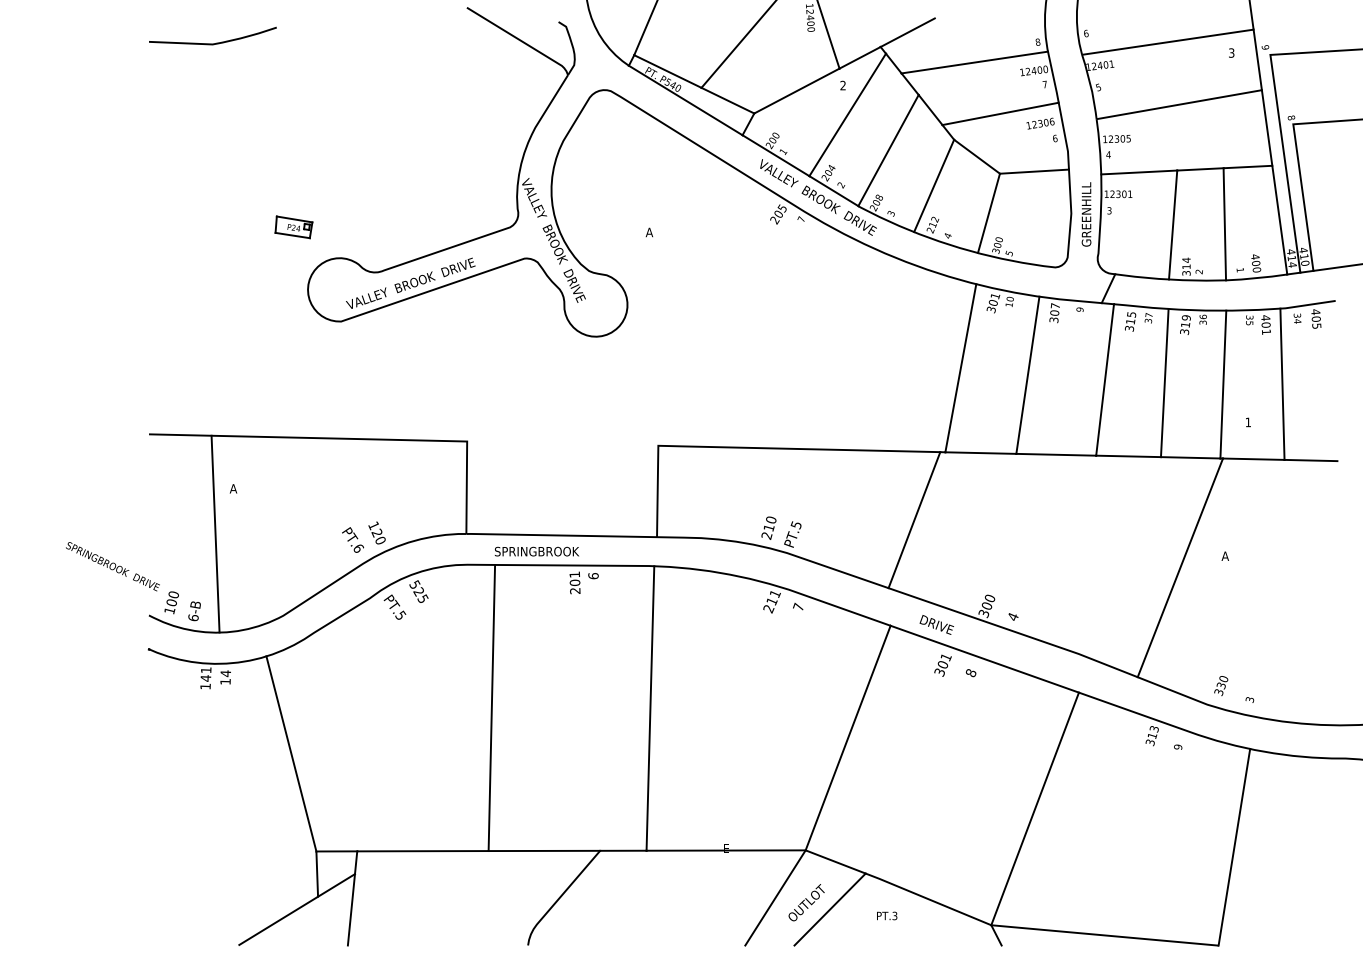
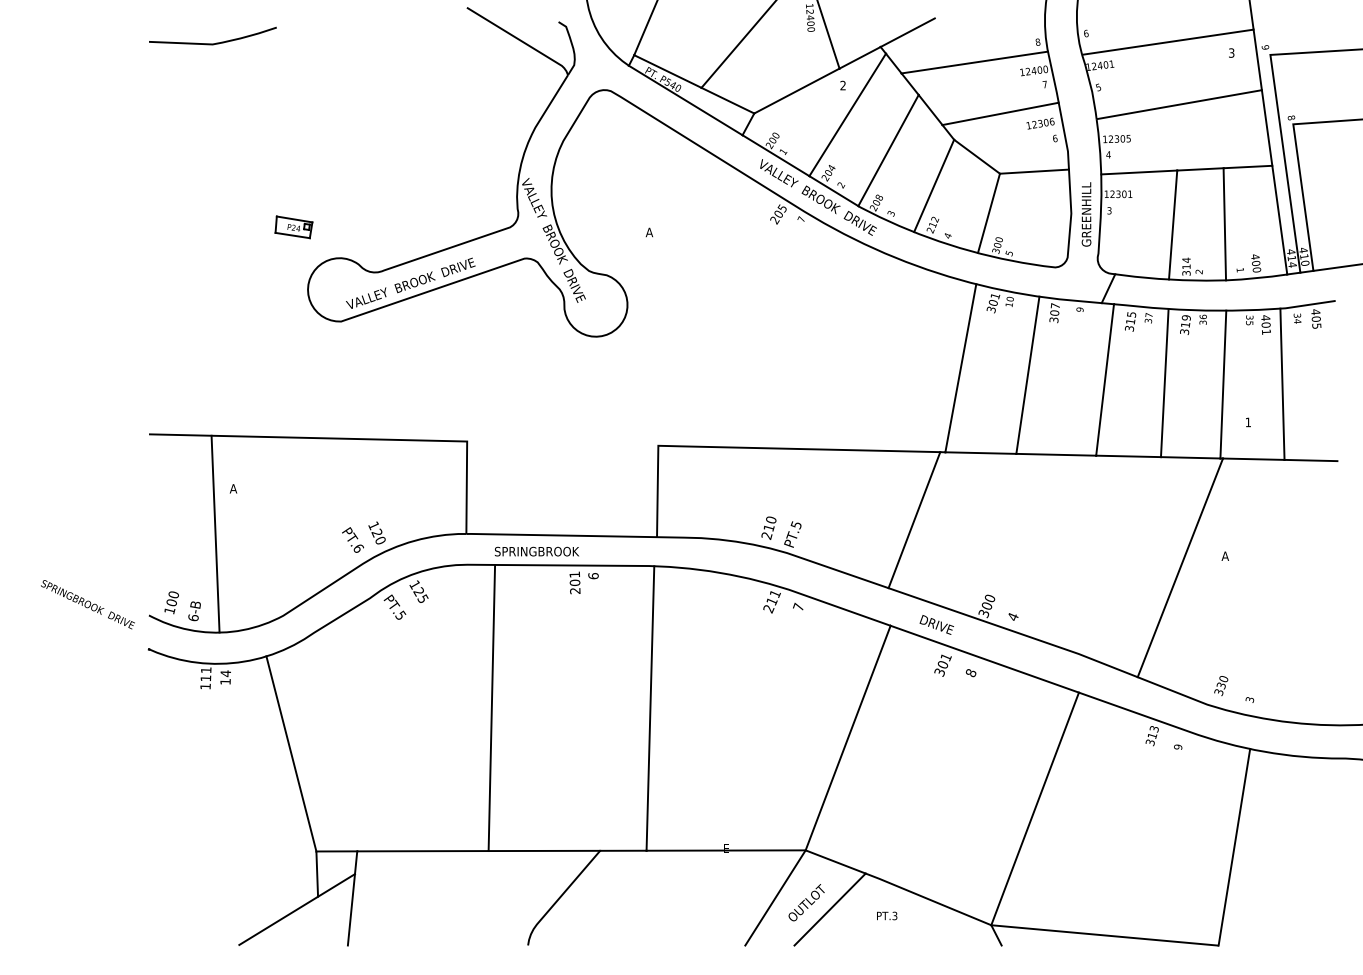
text at (112, 566) position: (112, 566) -> (87, 604)
text at (414, 584): 525 -> 125
text at (205, 678): 141 -> 111
